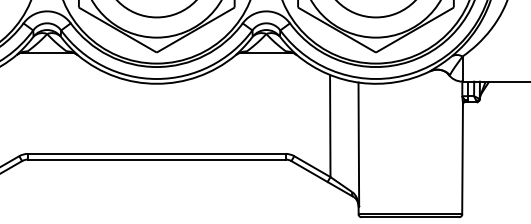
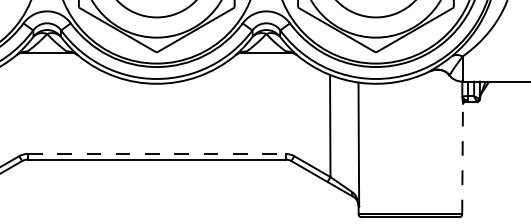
line at (156, 153): solid -> dashed
line at (462, 158): solid -> dashed
